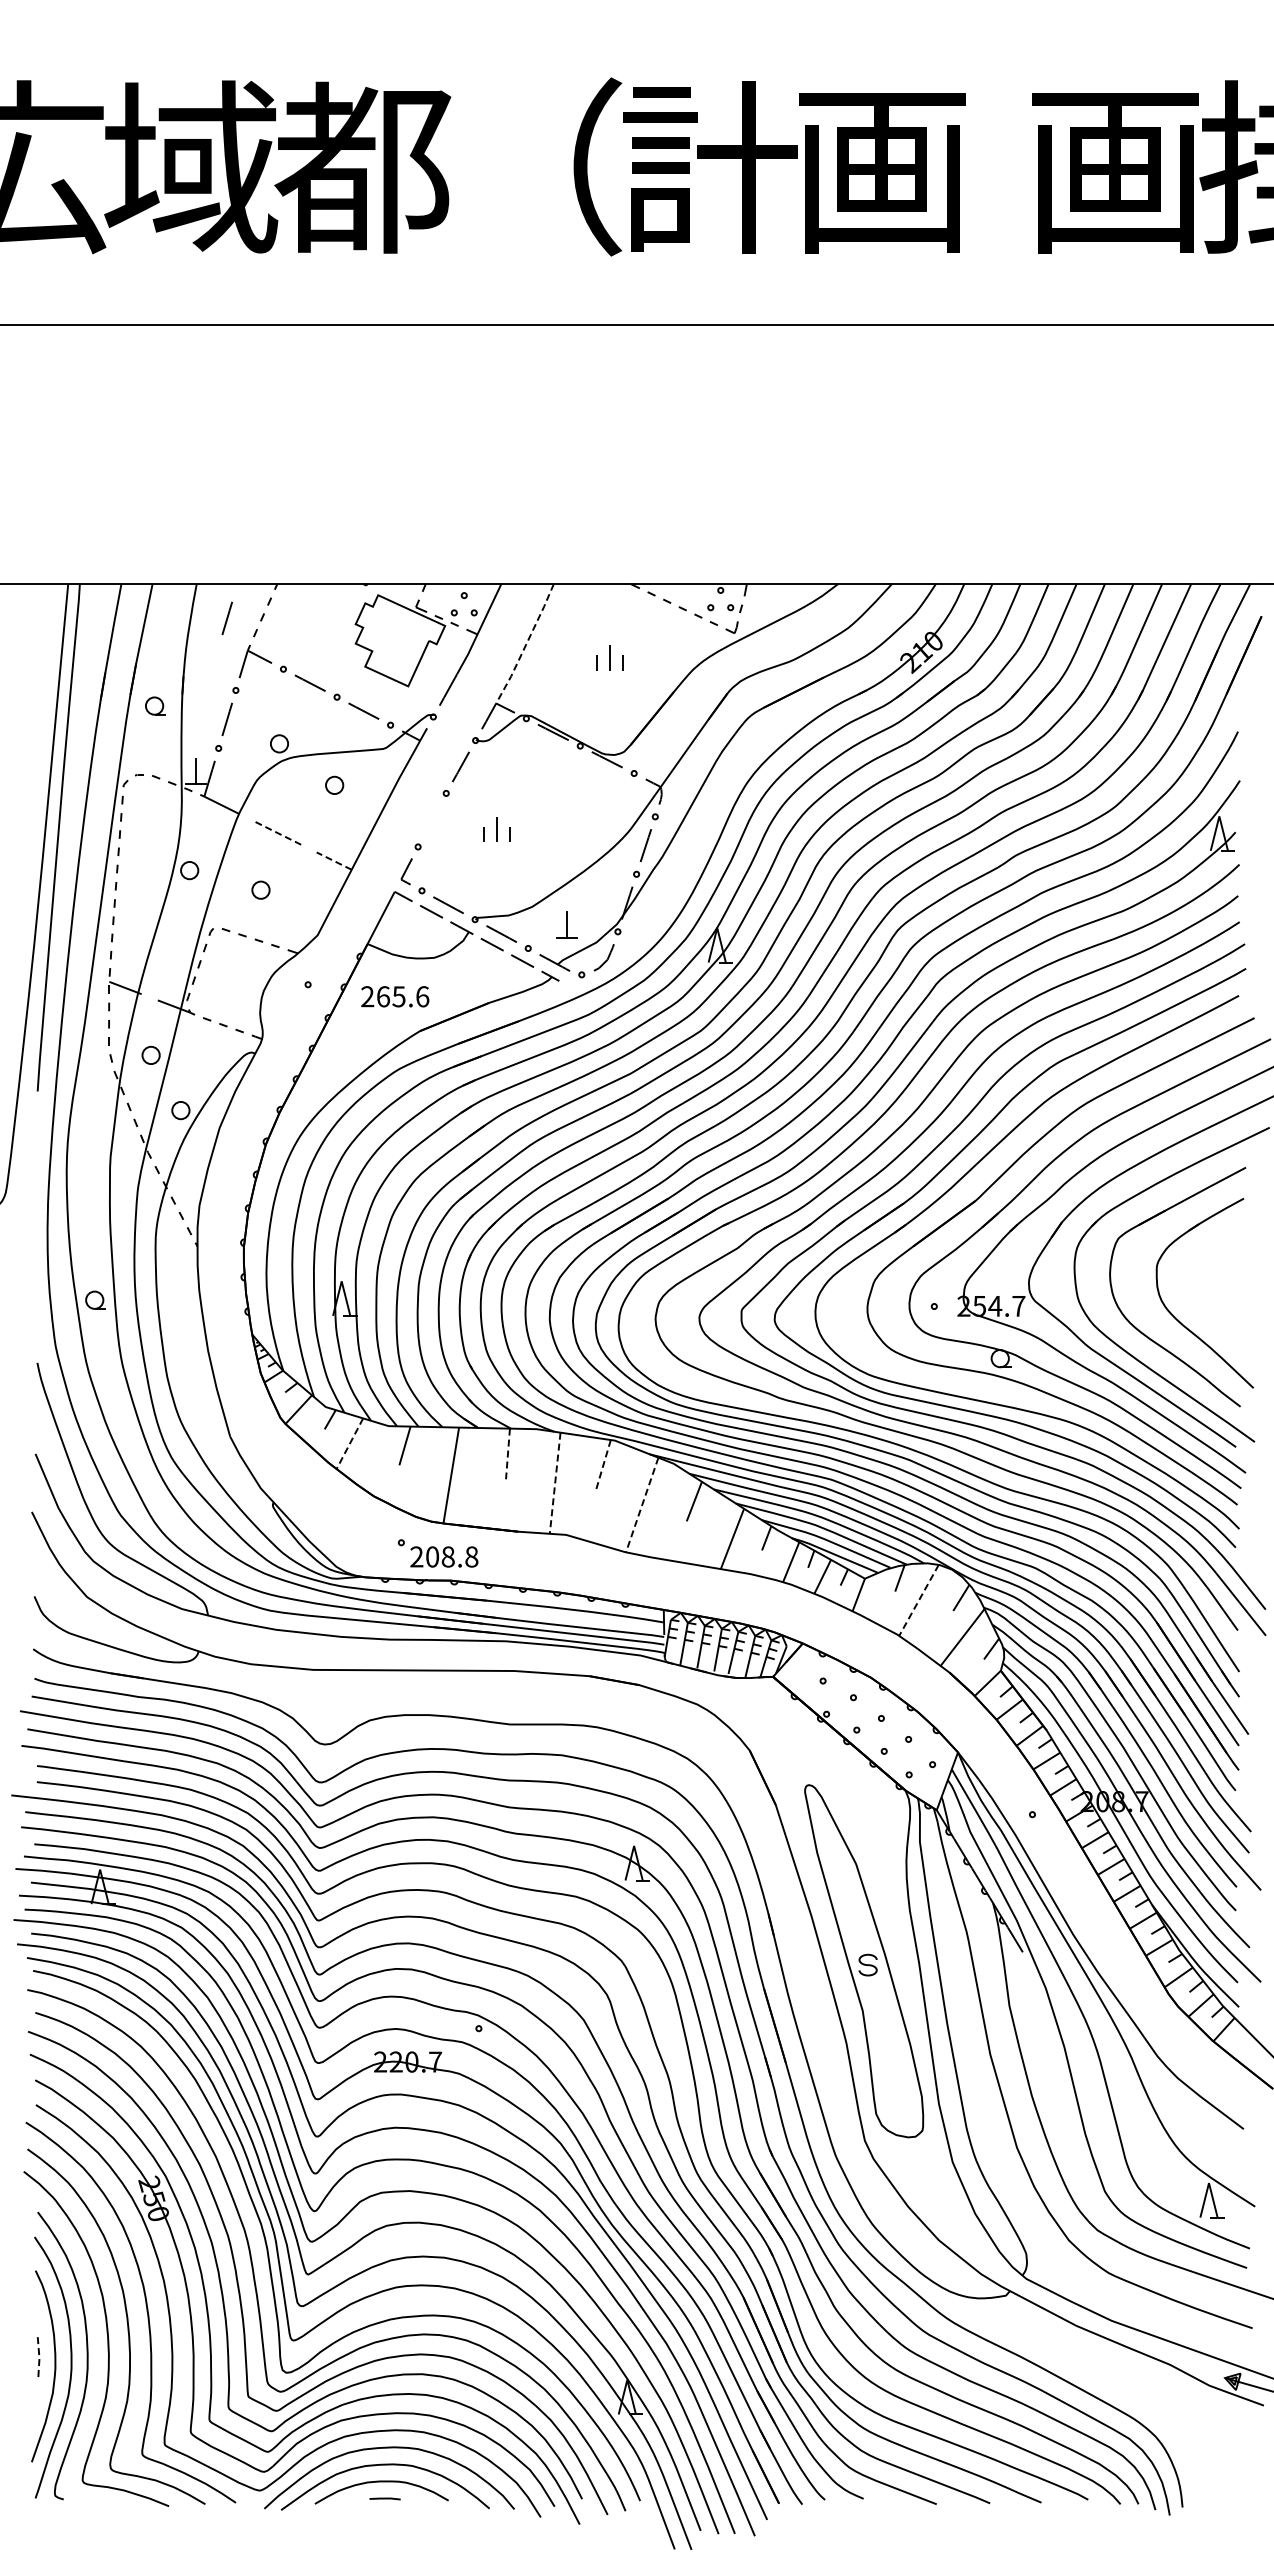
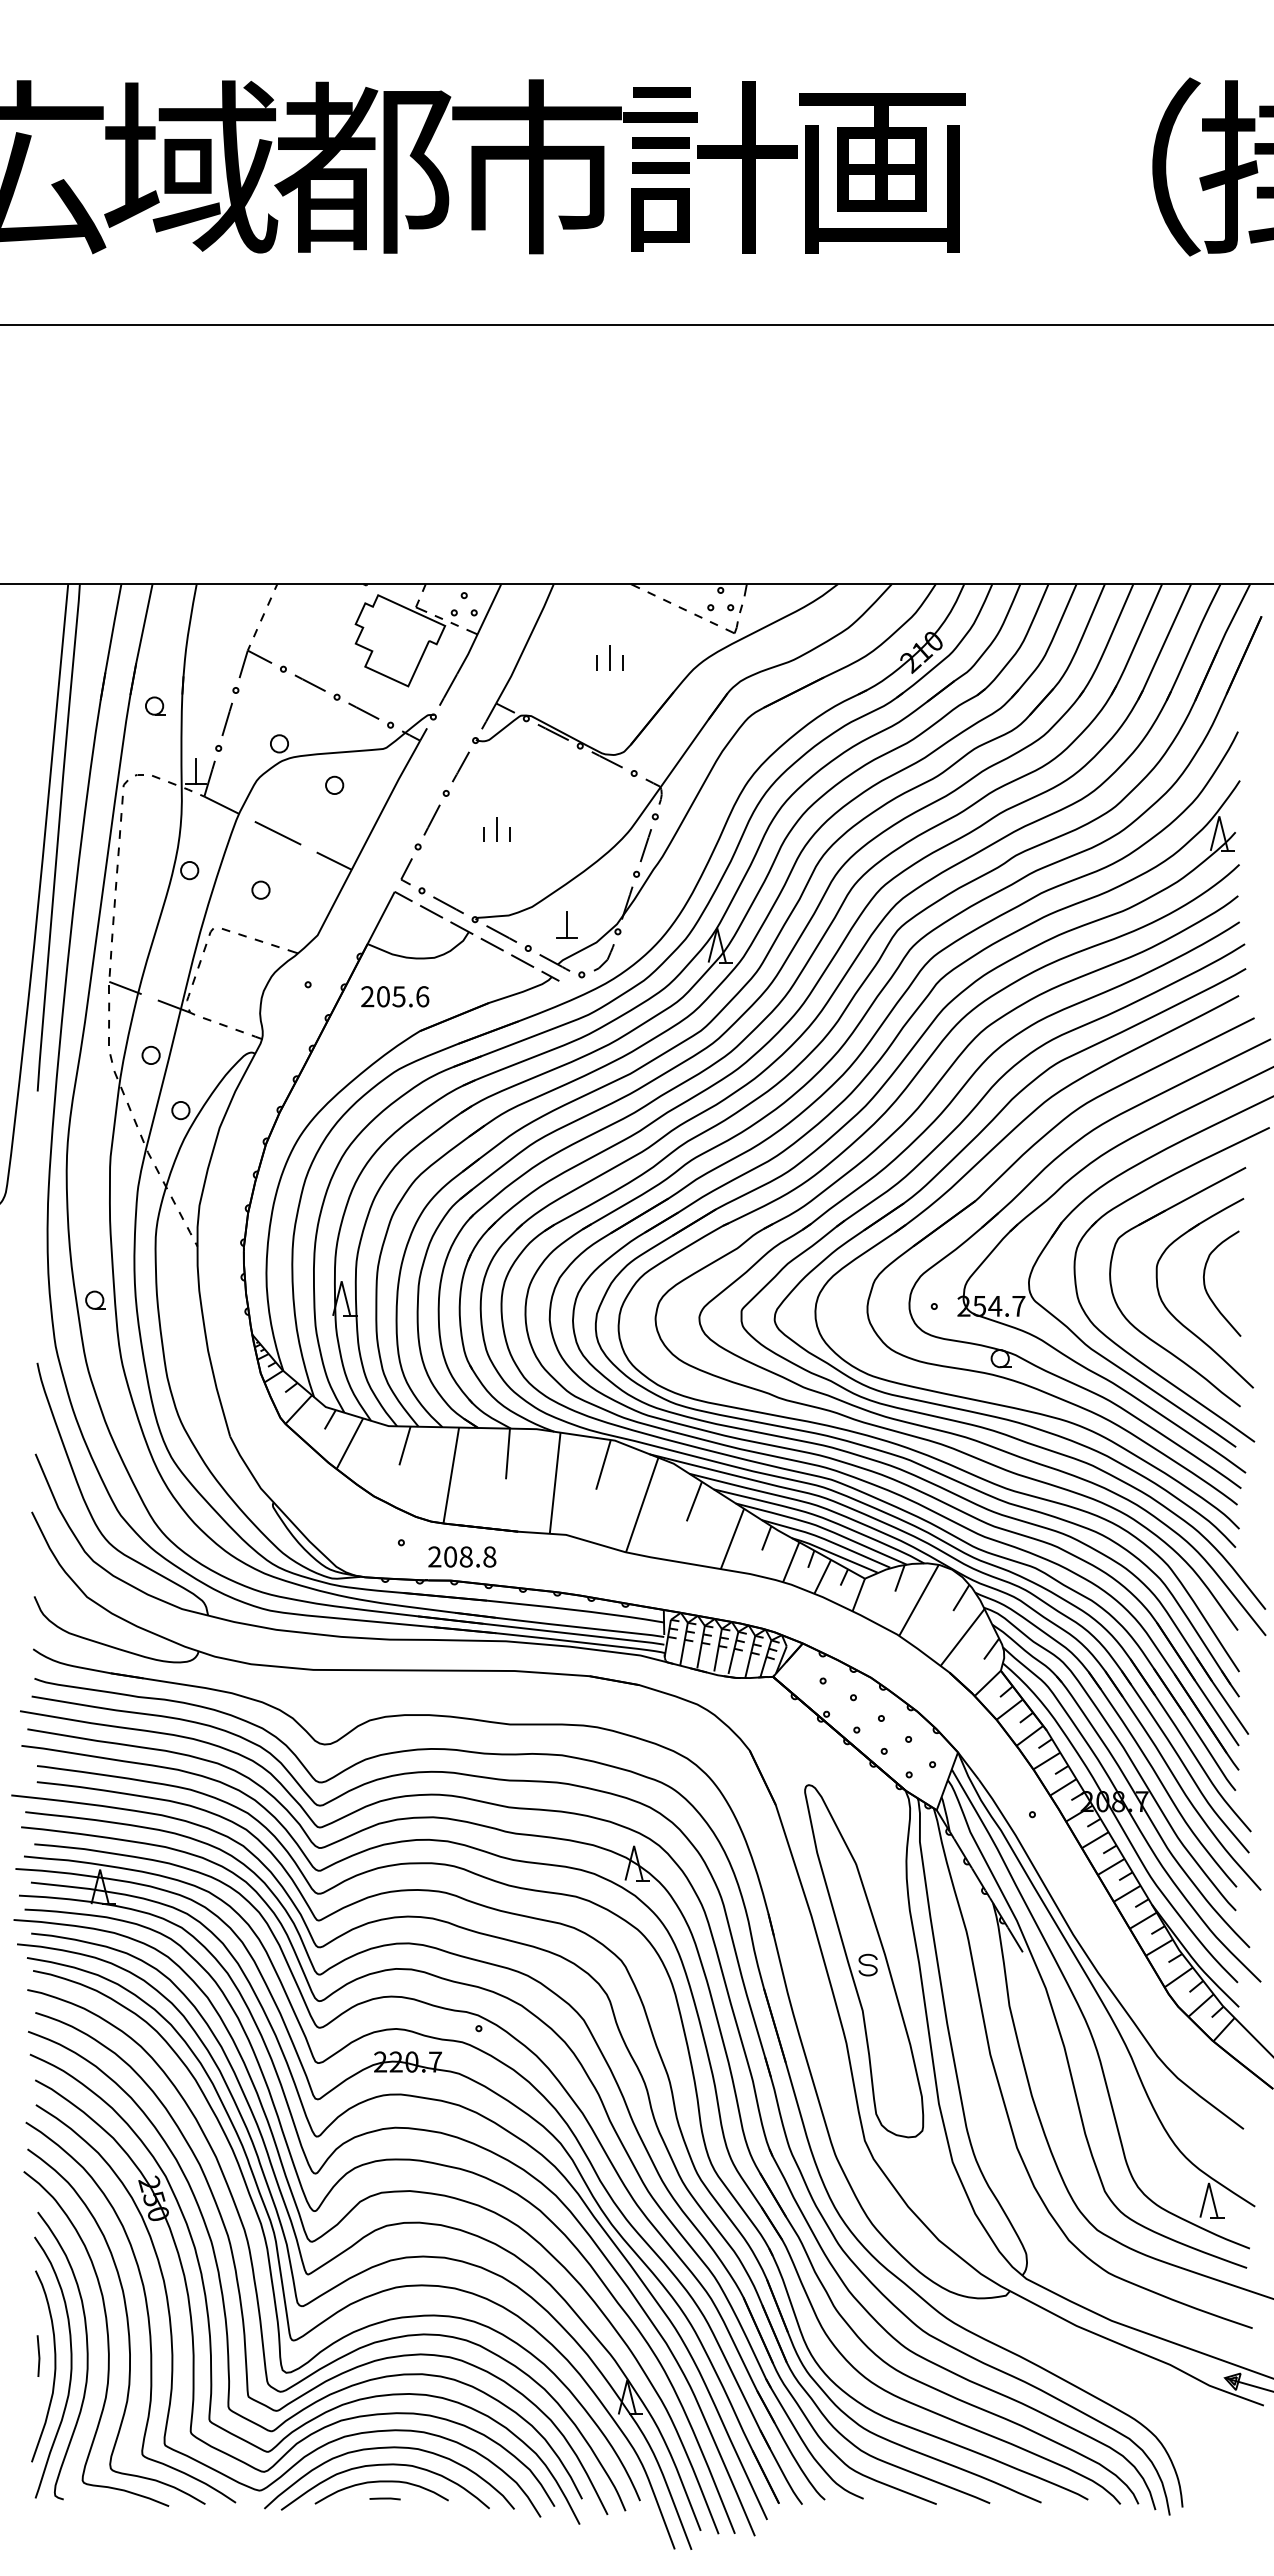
text at (537, 166): （ -> 市
text at (1116, 166): 画 -> （
line at (226, 617): present -> none
line at (526, 644): dashed -> solid
line at (431, 819): none -> present
line at (278, 833): dashed -> solid
line at (334, 861): dashed -> solid
text at (383, 996): 265.6 -> 205.6
curve at (1206, 1288): none -> present
line at (349, 1443): dashed -> solid
line at (507, 1454): dashed -> solid
line at (603, 1464): dashed -> solid
line at (555, 1483): dashed -> solid
line at (642, 1505): dashed -> solid
text at (444, 1556) position: (444, 1556) -> (462, 1556)
line at (919, 1600): dashed -> solid
line at (39, 2356): dashed -> solid
